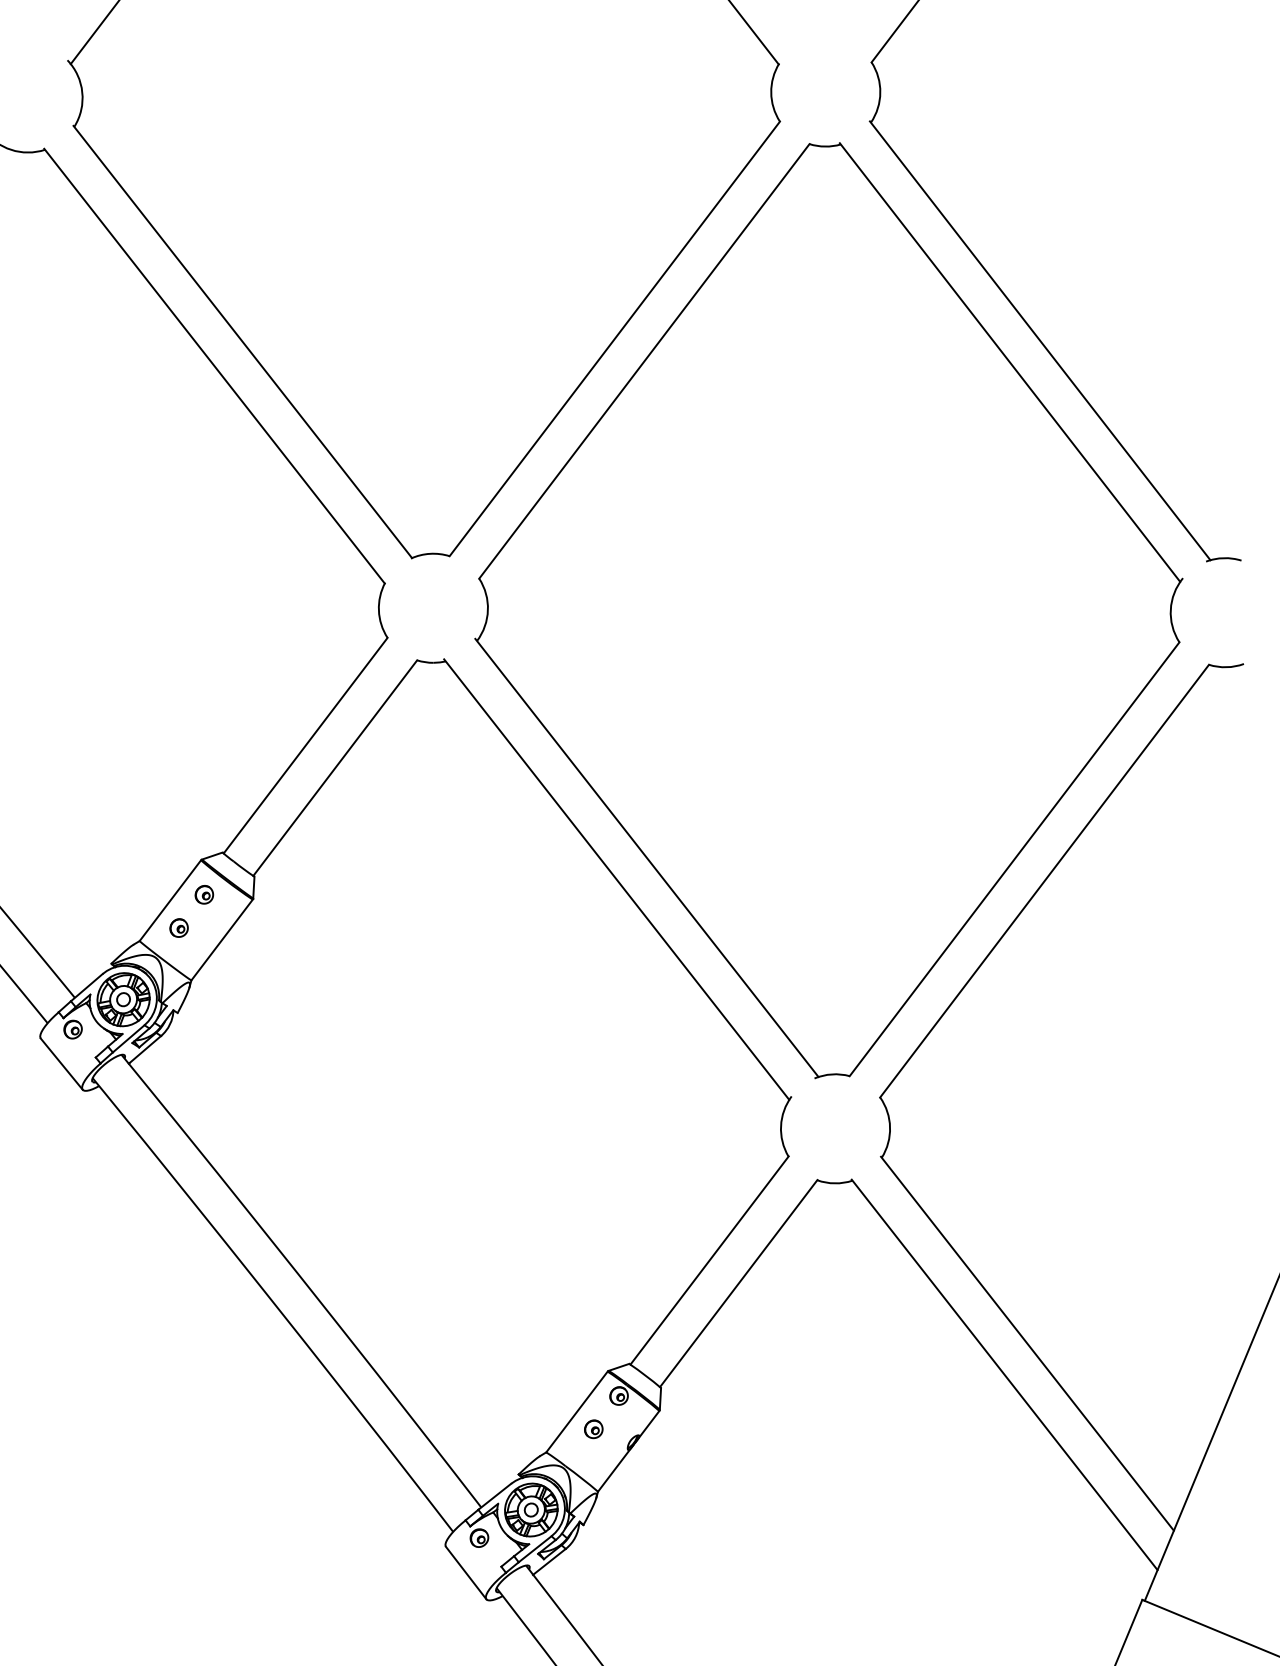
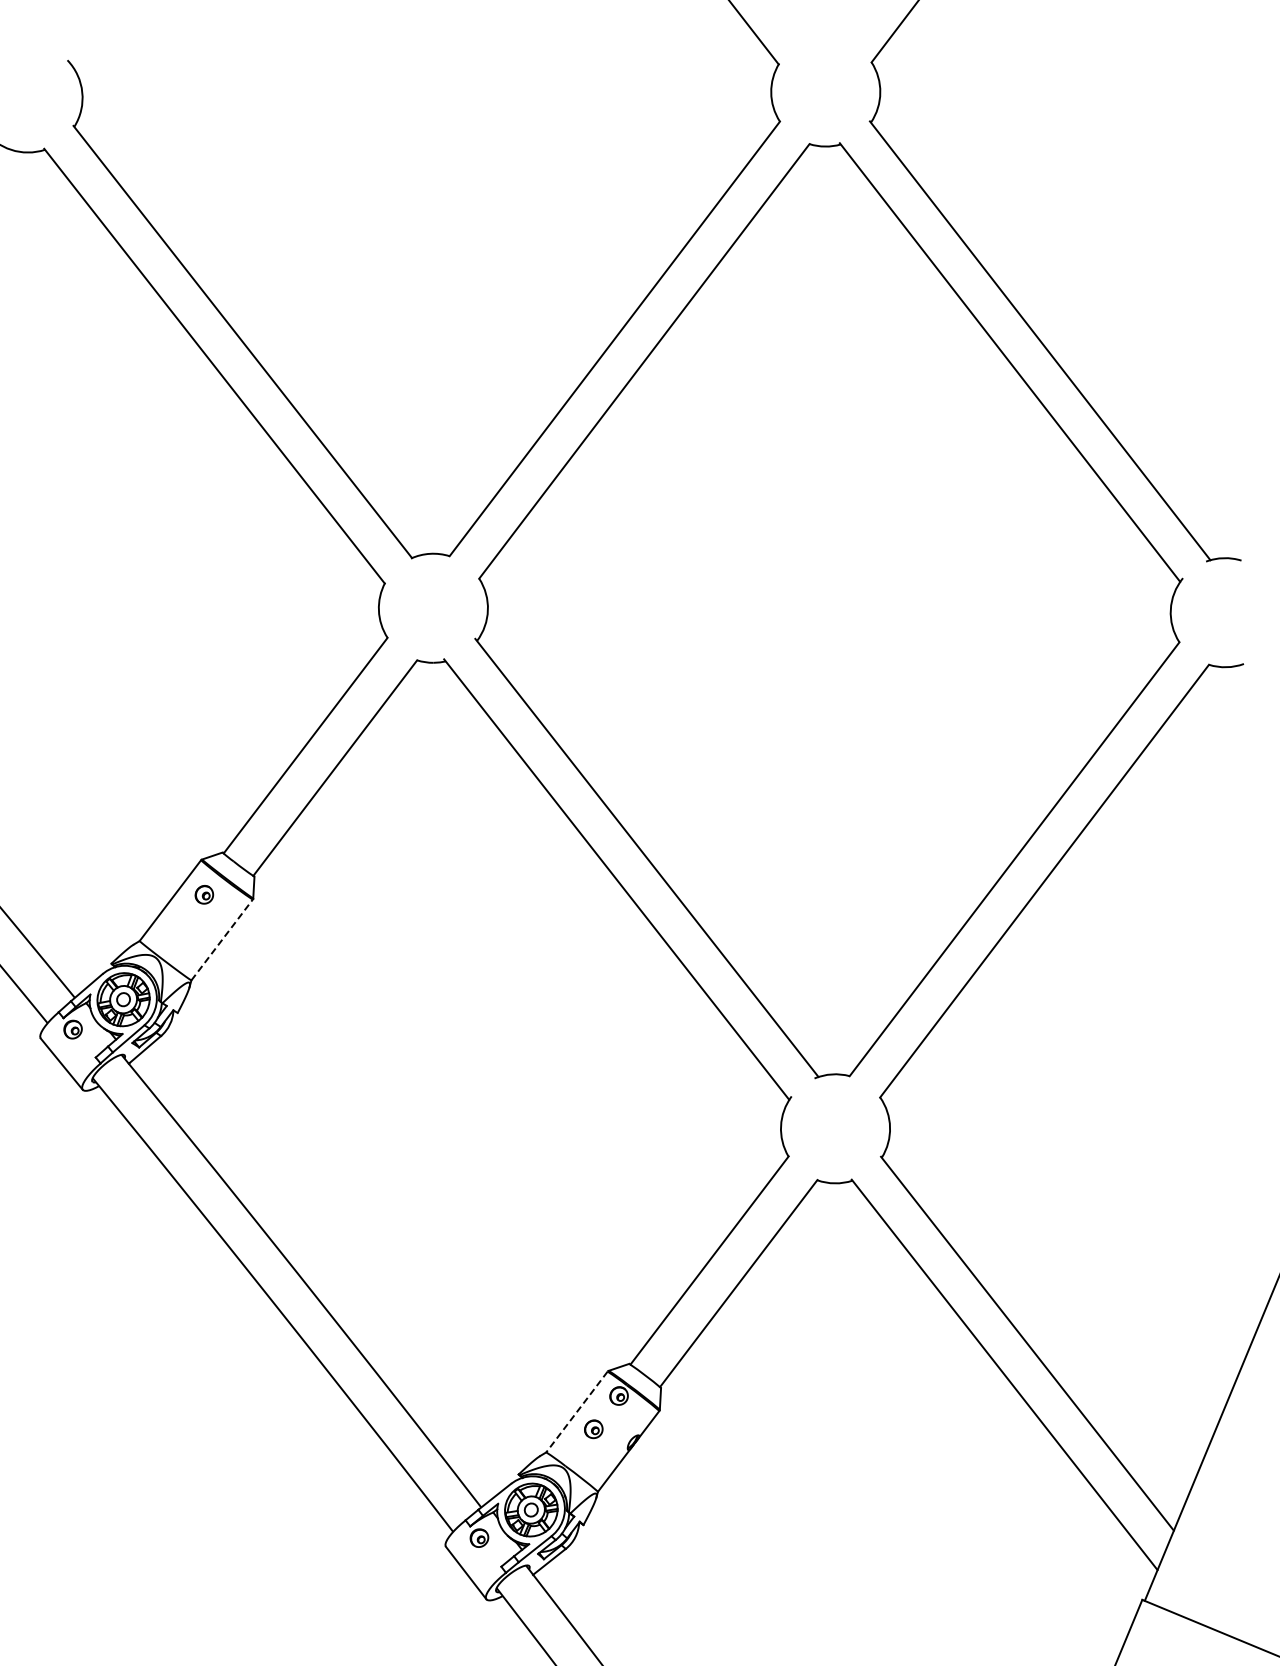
line at (94, 33): present -> none
part at (178, 927): present -> none
line at (222, 940): solid -> dashed
line at (576, 1412): solid -> dashed
